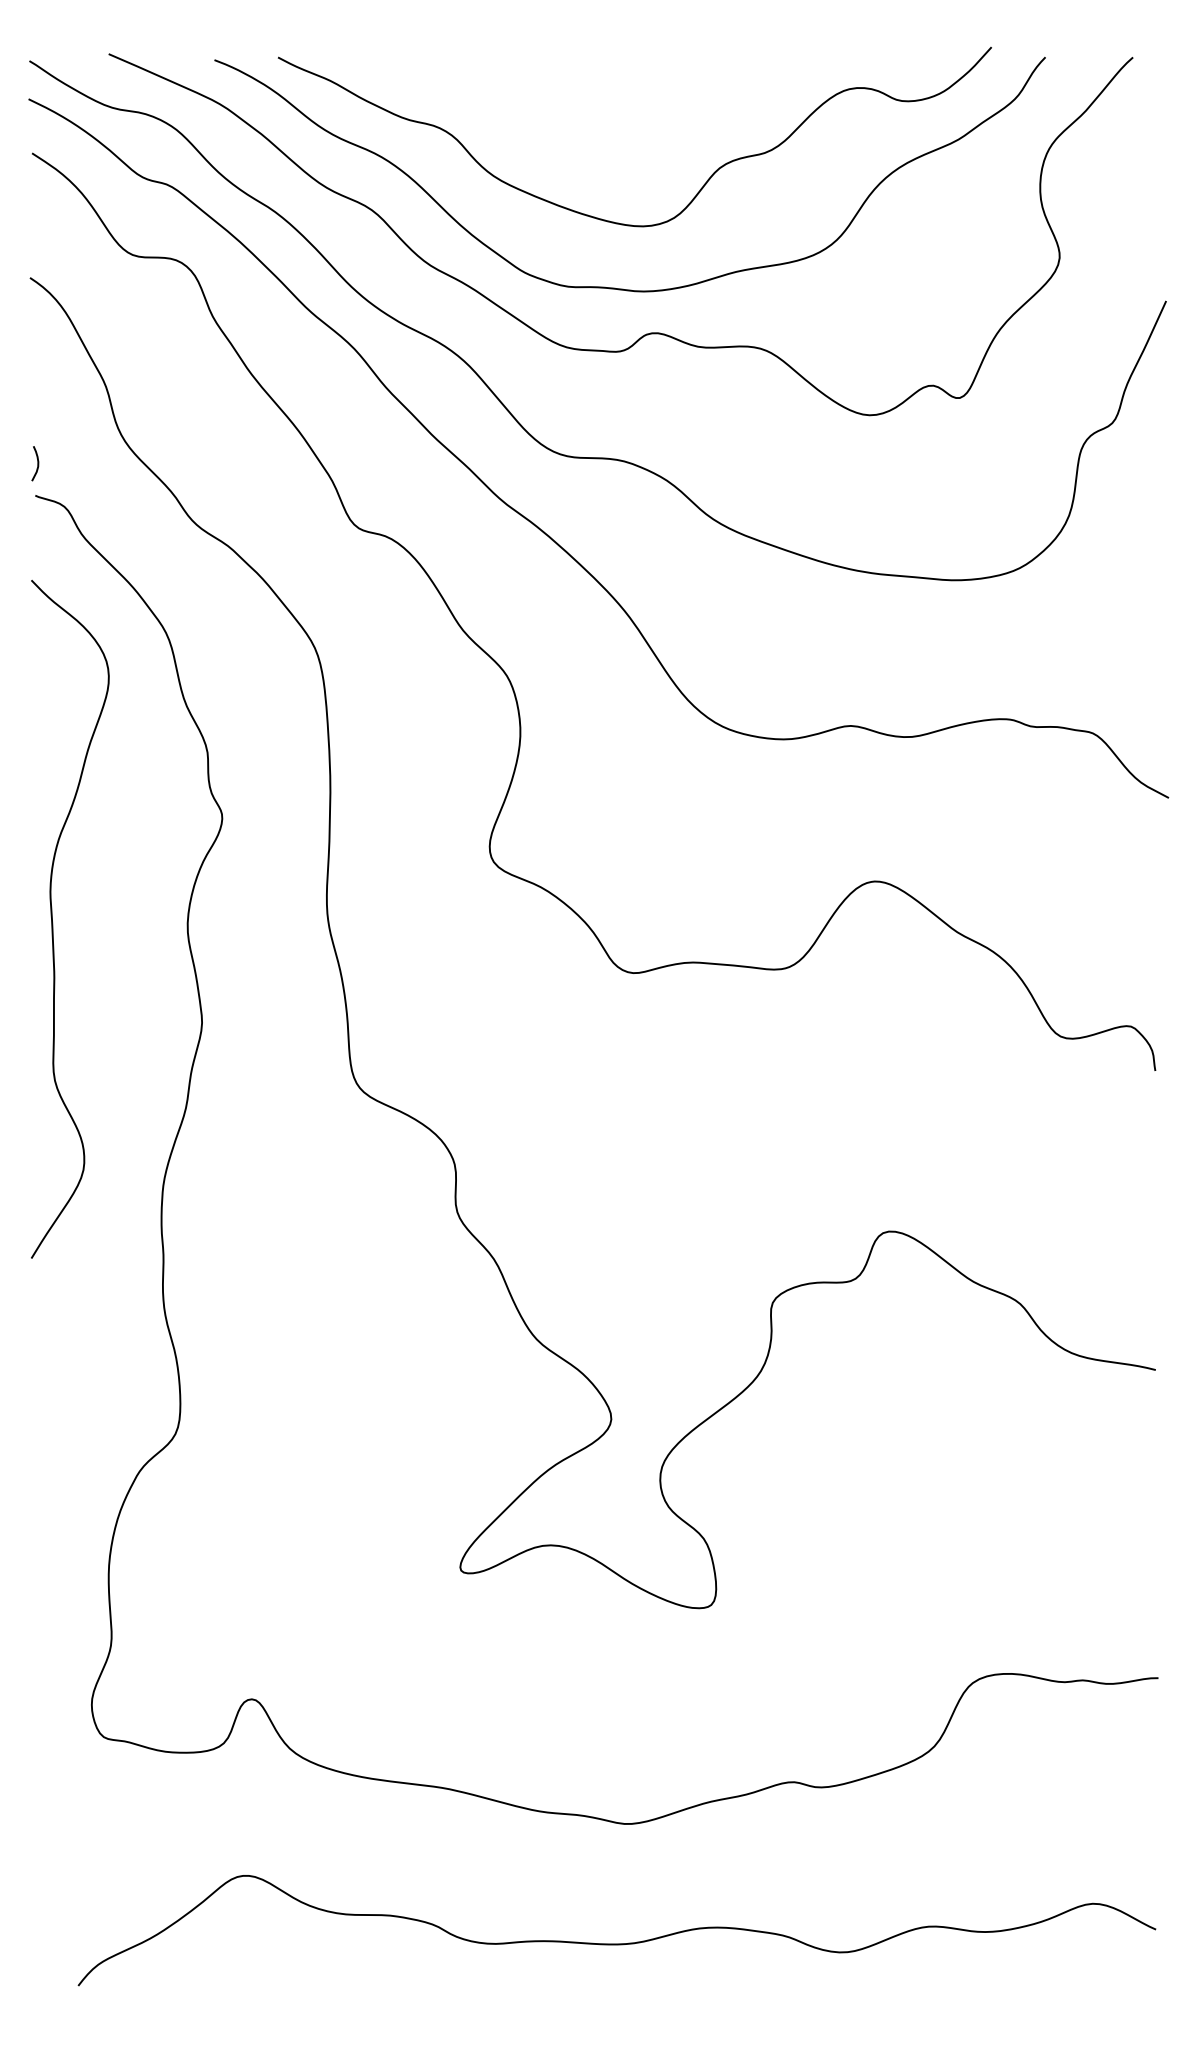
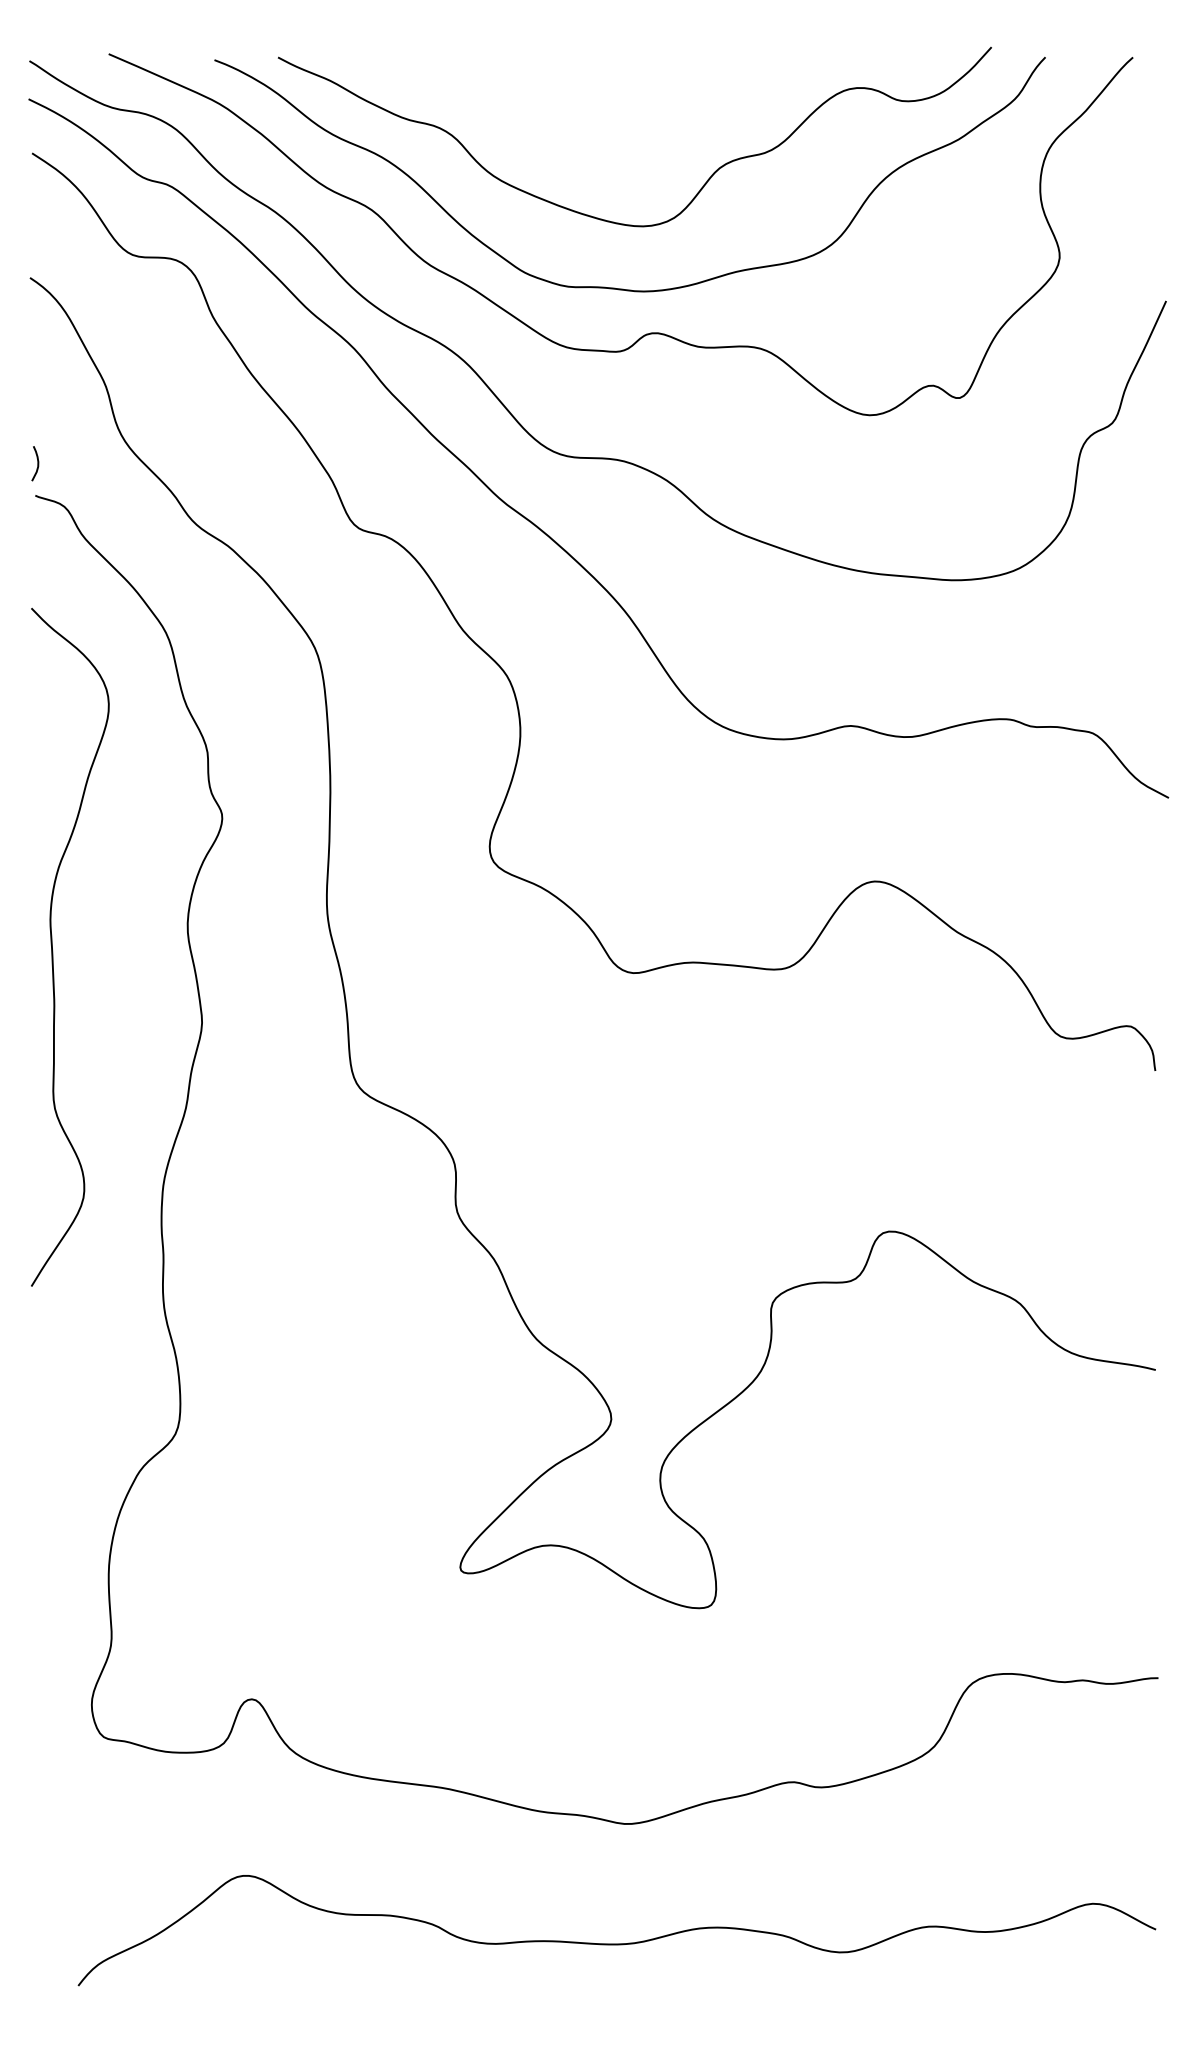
curve at (53, 923) position: (53, 923) -> (53, 951)
